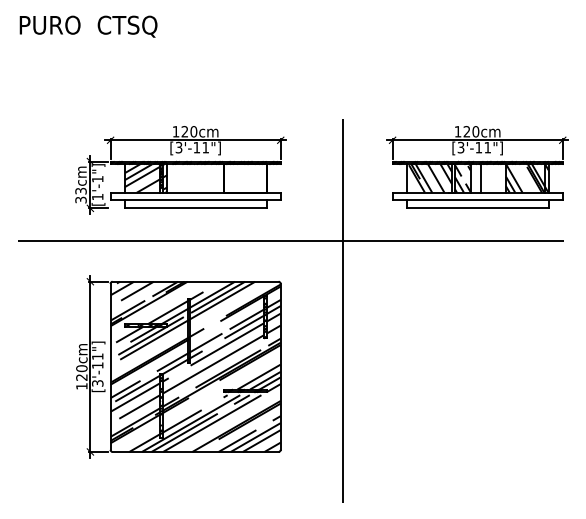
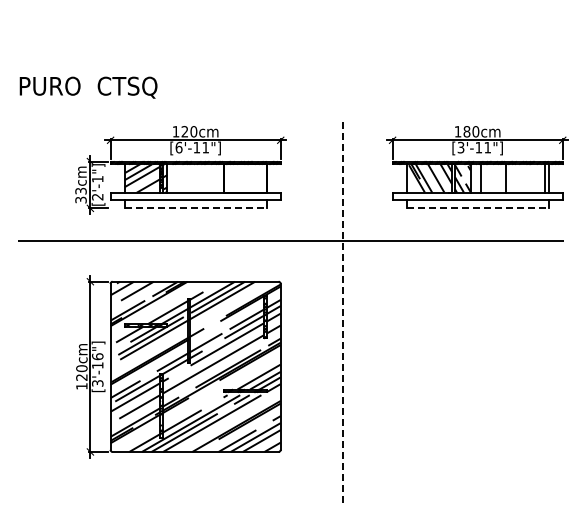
text at (88, 26) position: (88, 26) -> (88, 87)
text at (466, 131): 120cm -> 180cm
text at (178, 147): [3'-11"] -> [6'-11"]
hatch at (527, 178): present -> none
text at (97, 197): [1'-1"] -> [2'-1"]
line at (195, 208): solid -> dashed
line at (477, 208): solid -> dashed
line at (343, 310): solid -> dashed
text at (97, 356): [3'-11"] -> [3'-16"]
